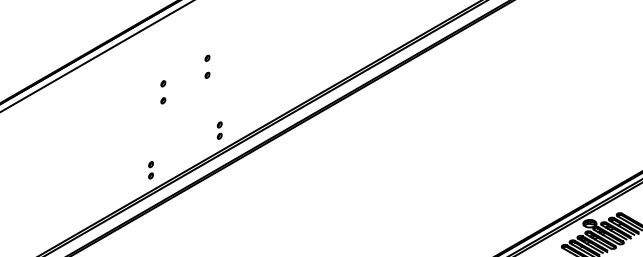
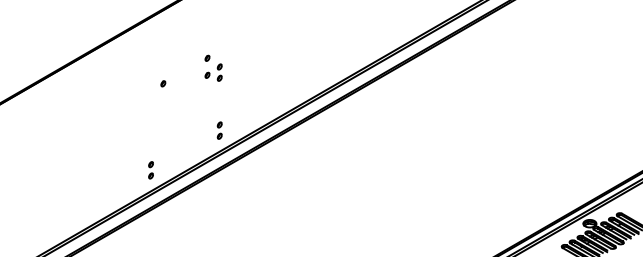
line at (96, 56): present -> none
part at (219, 72): none -> present
part at (163, 100): present -> none
